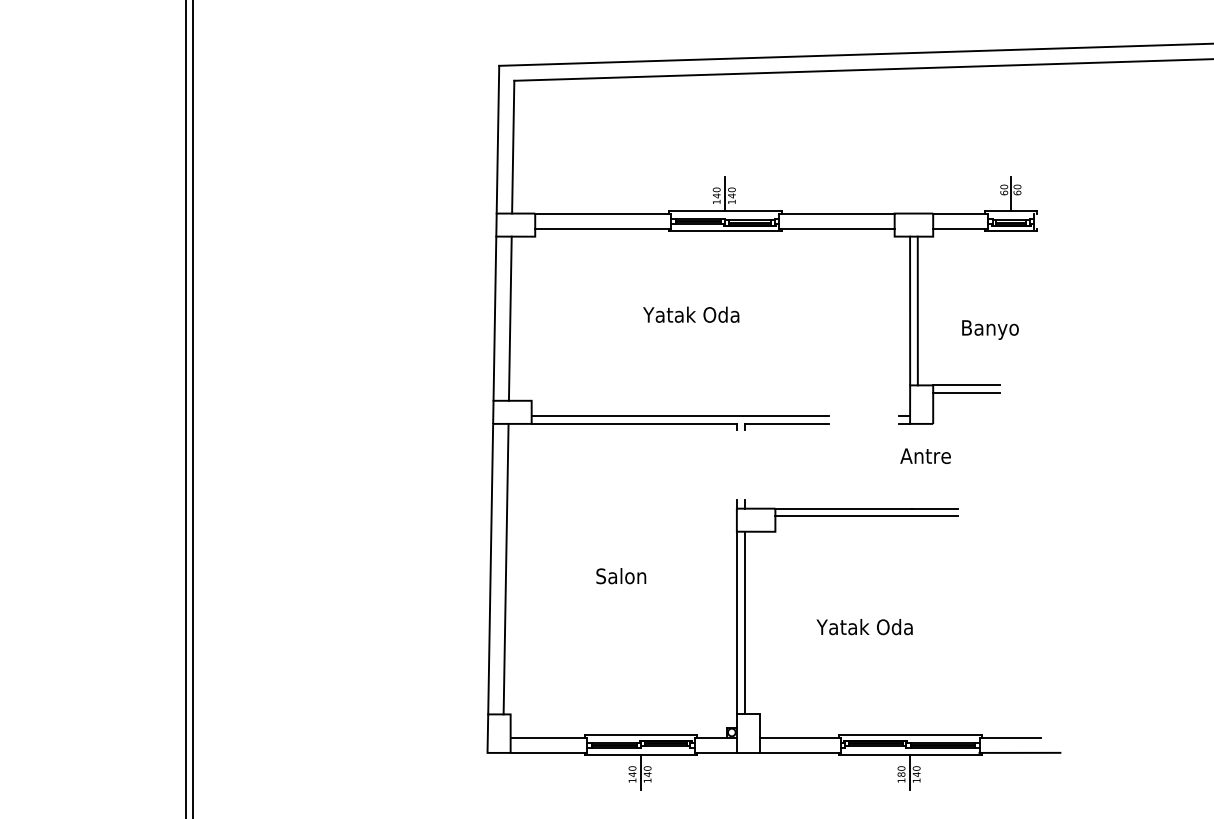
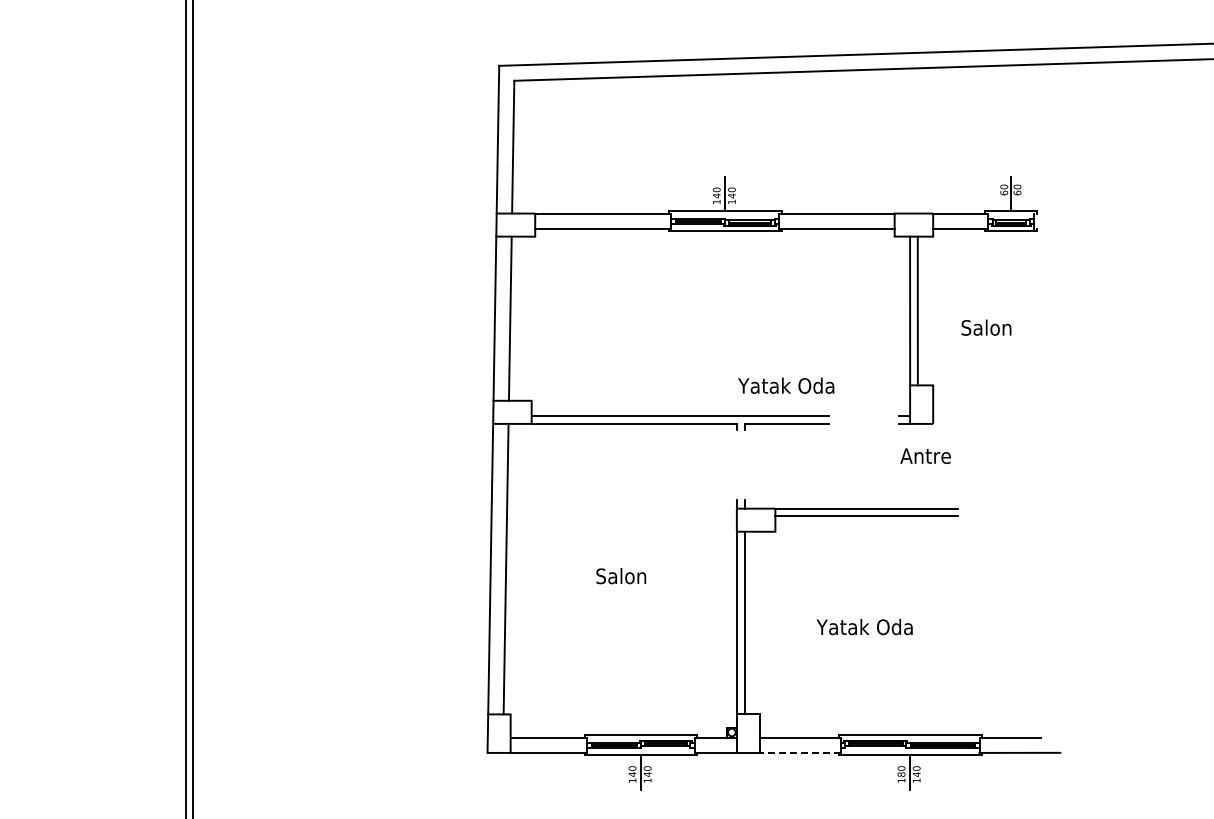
text at (691, 314) position: (691, 314) -> (786, 385)
text at (989, 329): Banyo -> Salon
line at (966, 385): present -> none
line at (966, 393): present -> none
line at (799, 752): solid -> dashed
